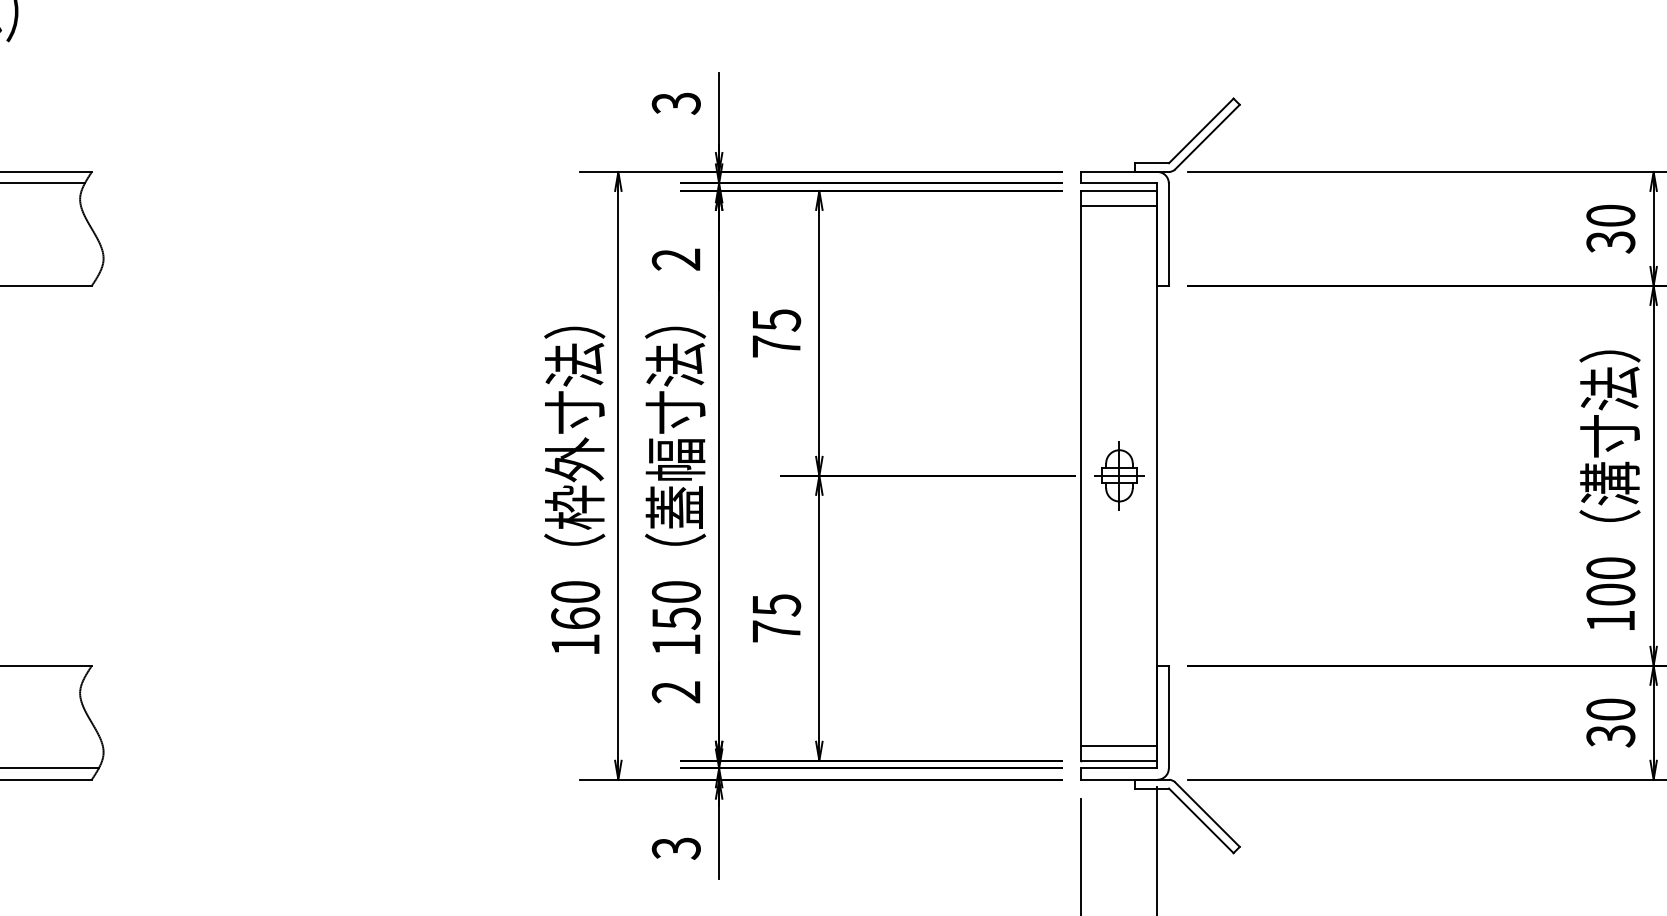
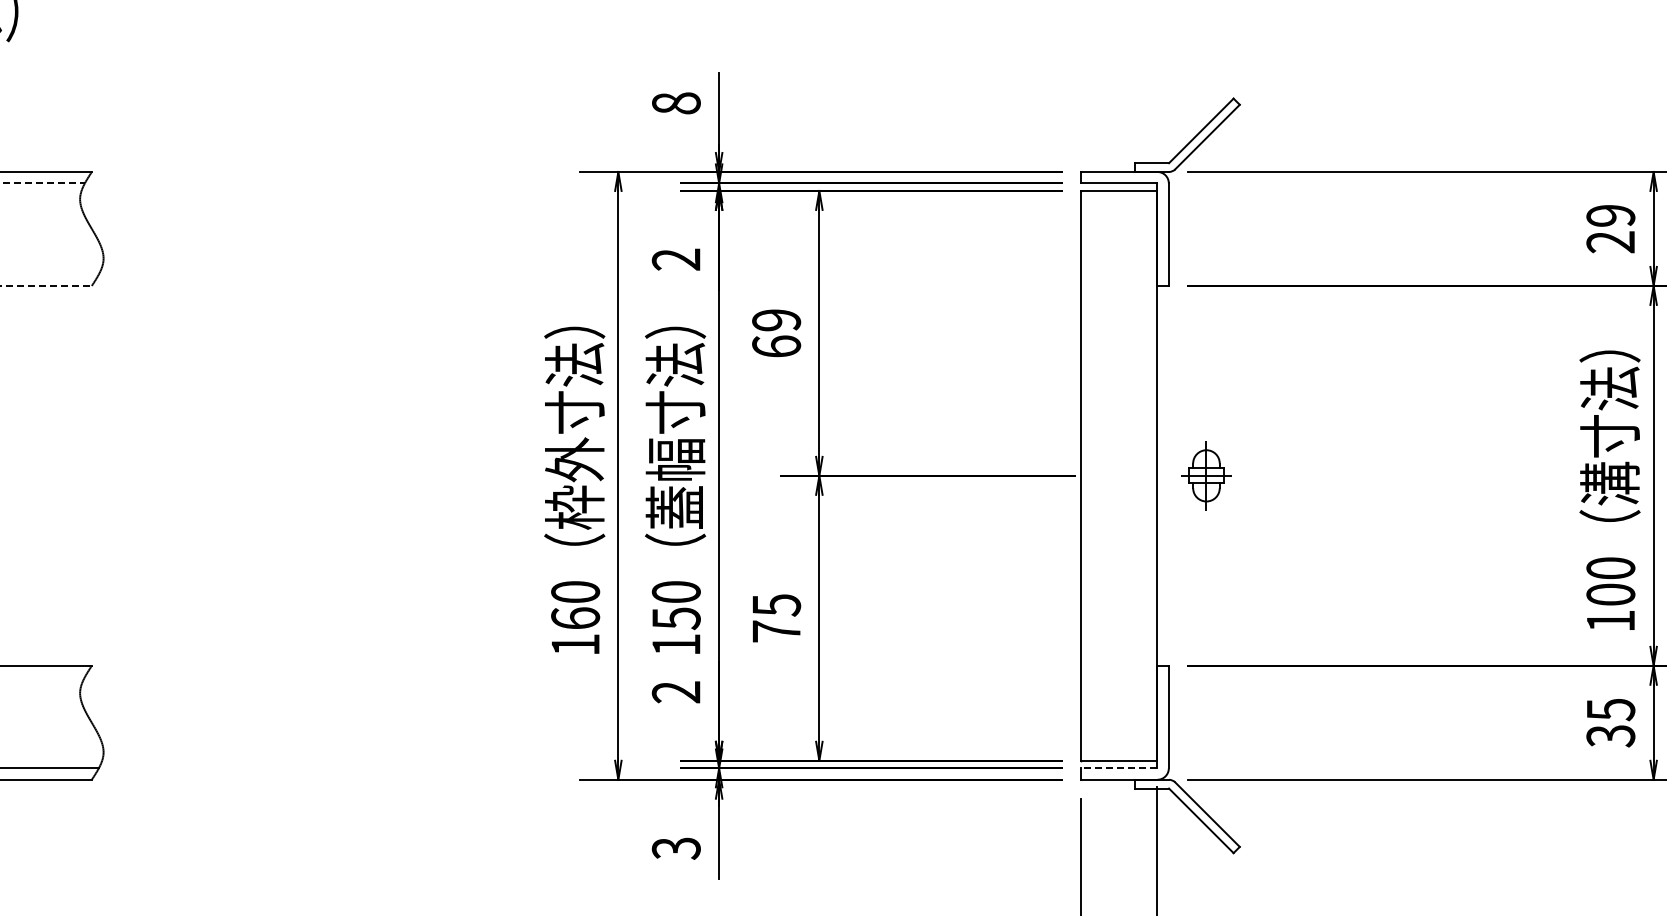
text at (675, 103): 3 -> 8
line at (42, 183): solid -> dashed
line at (1119, 206): present -> none
text at (1610, 228): 30 -> 29
line at (46, 285): solid -> dashed
text at (776, 333): 75 -> 69
part at (1119, 475) position: (1119, 475) -> (1206, 475)
text at (1610, 709): 30 -> 35
line at (1119, 745): present -> none
line at (1119, 768): solid -> dashed
